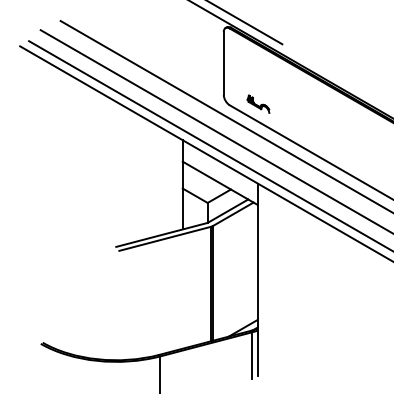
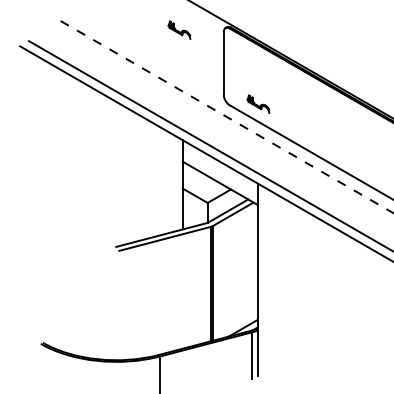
line at (245, 23): present -> none
part at (179, 29): none -> present
line at (227, 117): solid -> dashed
line at (215, 130): present -> none
